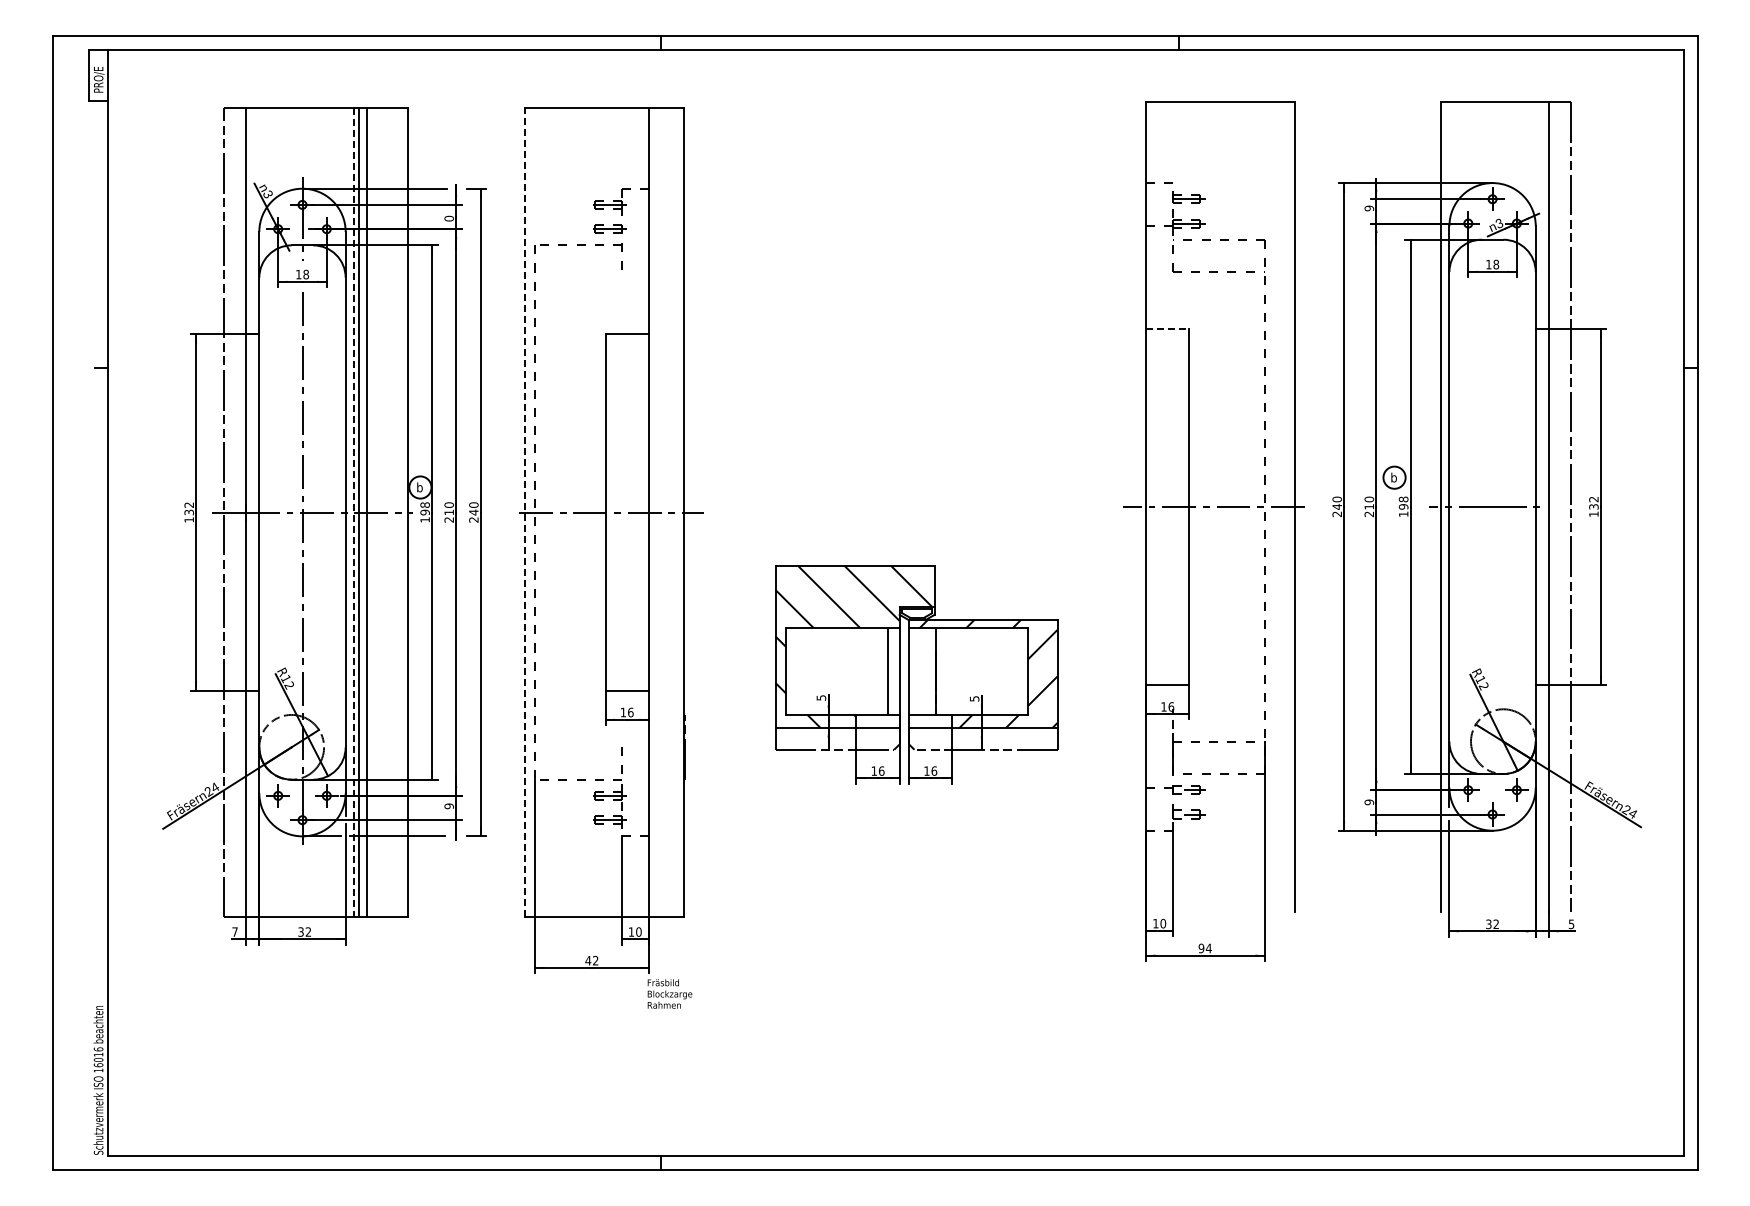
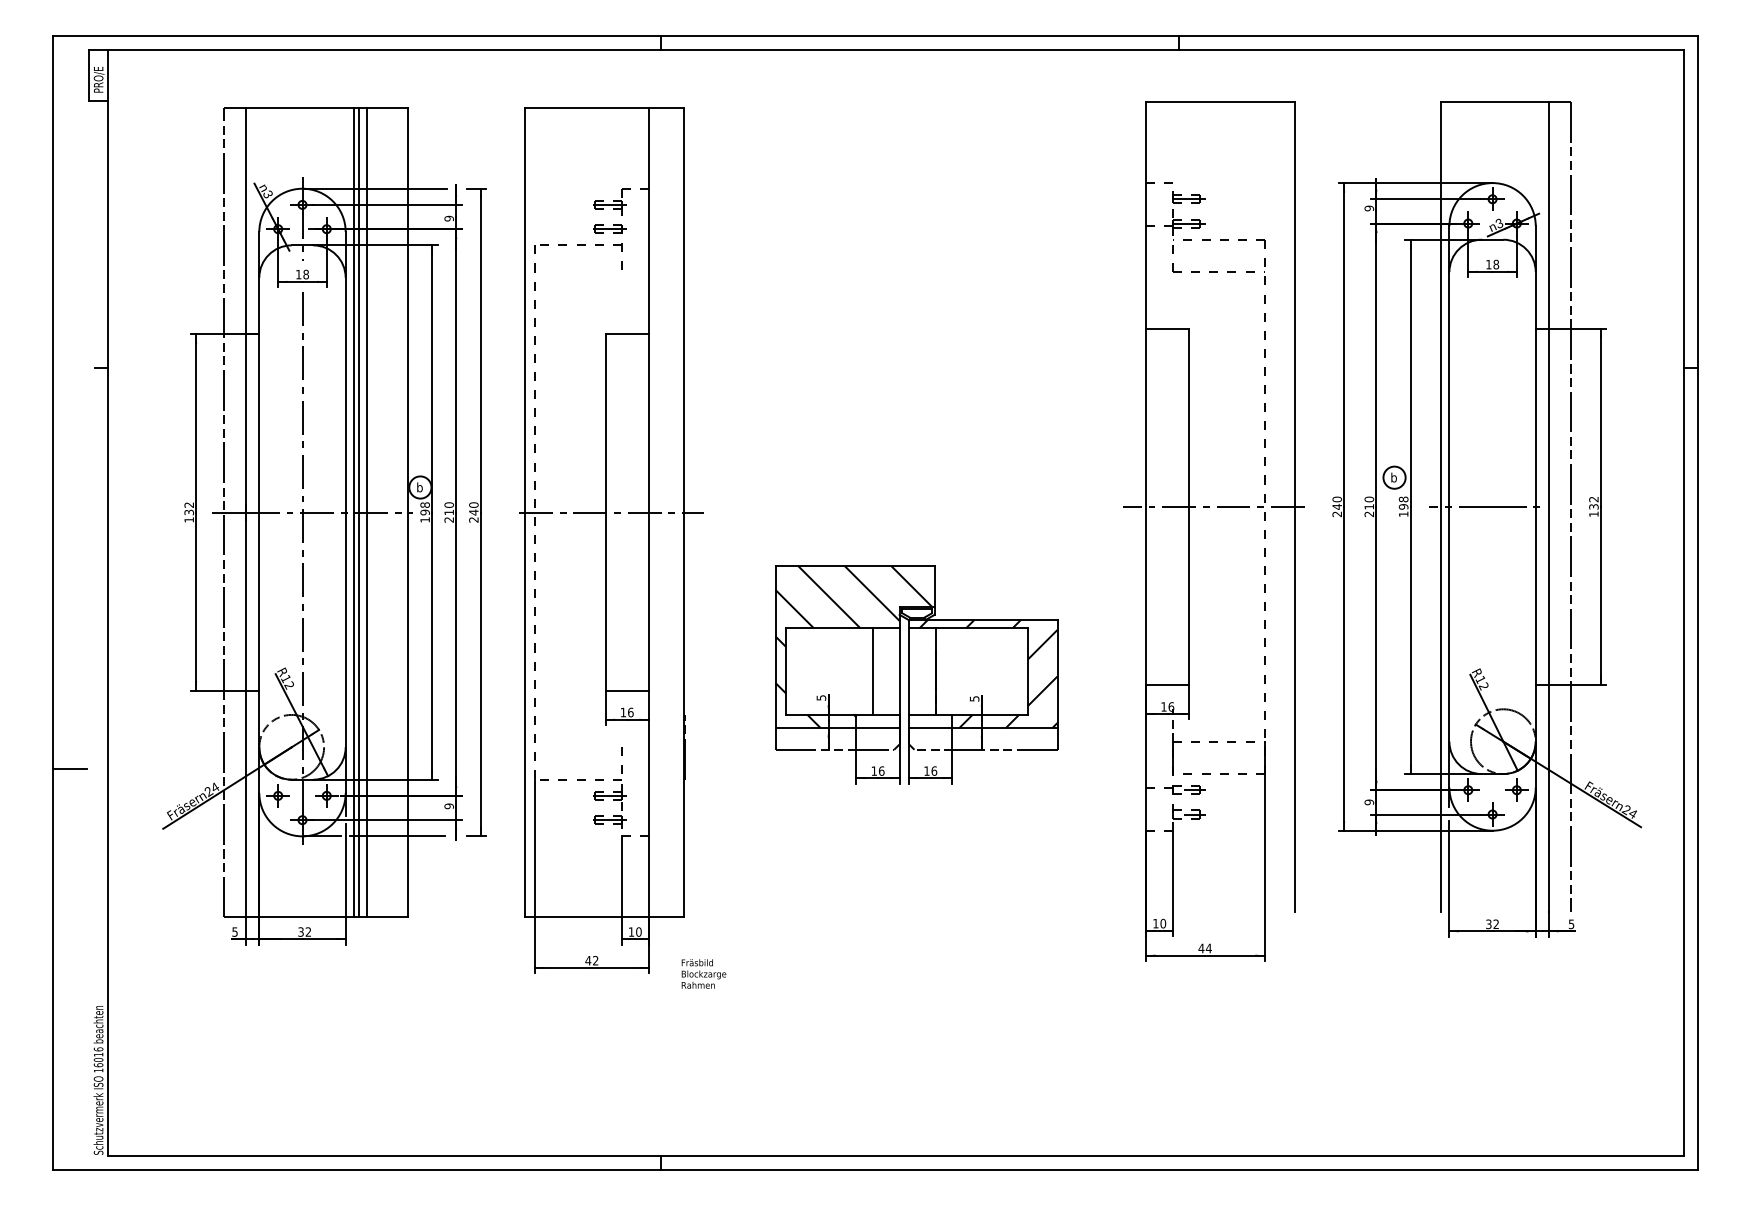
text at (448, 218): 0 -> 9
line at (1167, 328): dashed -> solid
line at (353, 512): dashed -> solid
line at (524, 512): dashed -> solid
line at (887, 671) position: (887, 671) -> (872, 671)
line at (70, 768): none -> present
text at (234, 931): 7 -> 5
text at (1201, 948): 94 -> 44
text at (669, 993) position: (669, 993) -> (703, 973)
